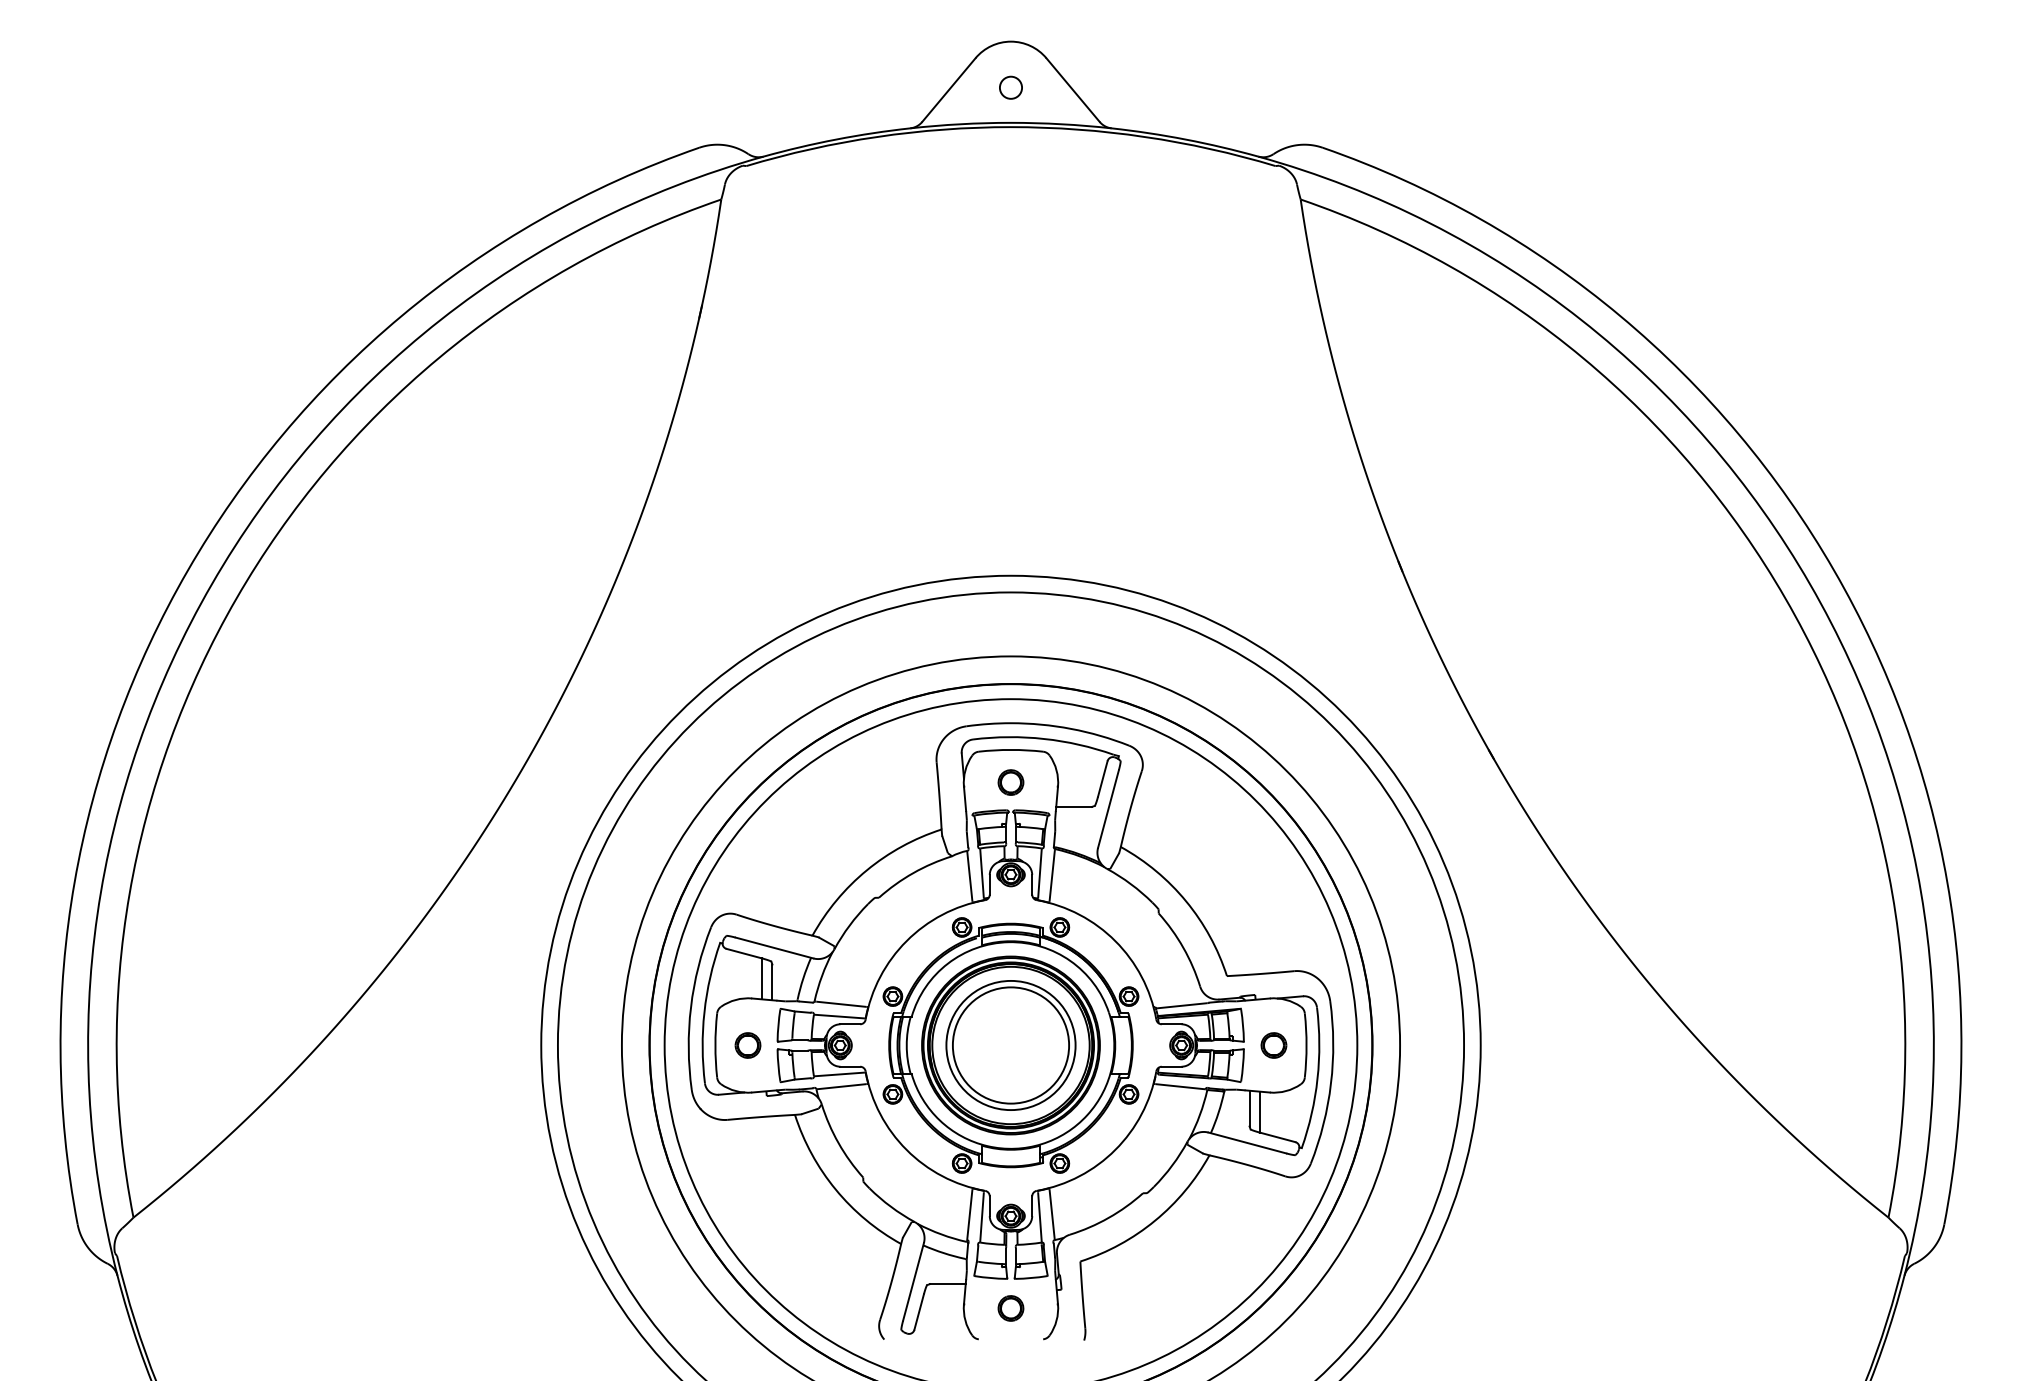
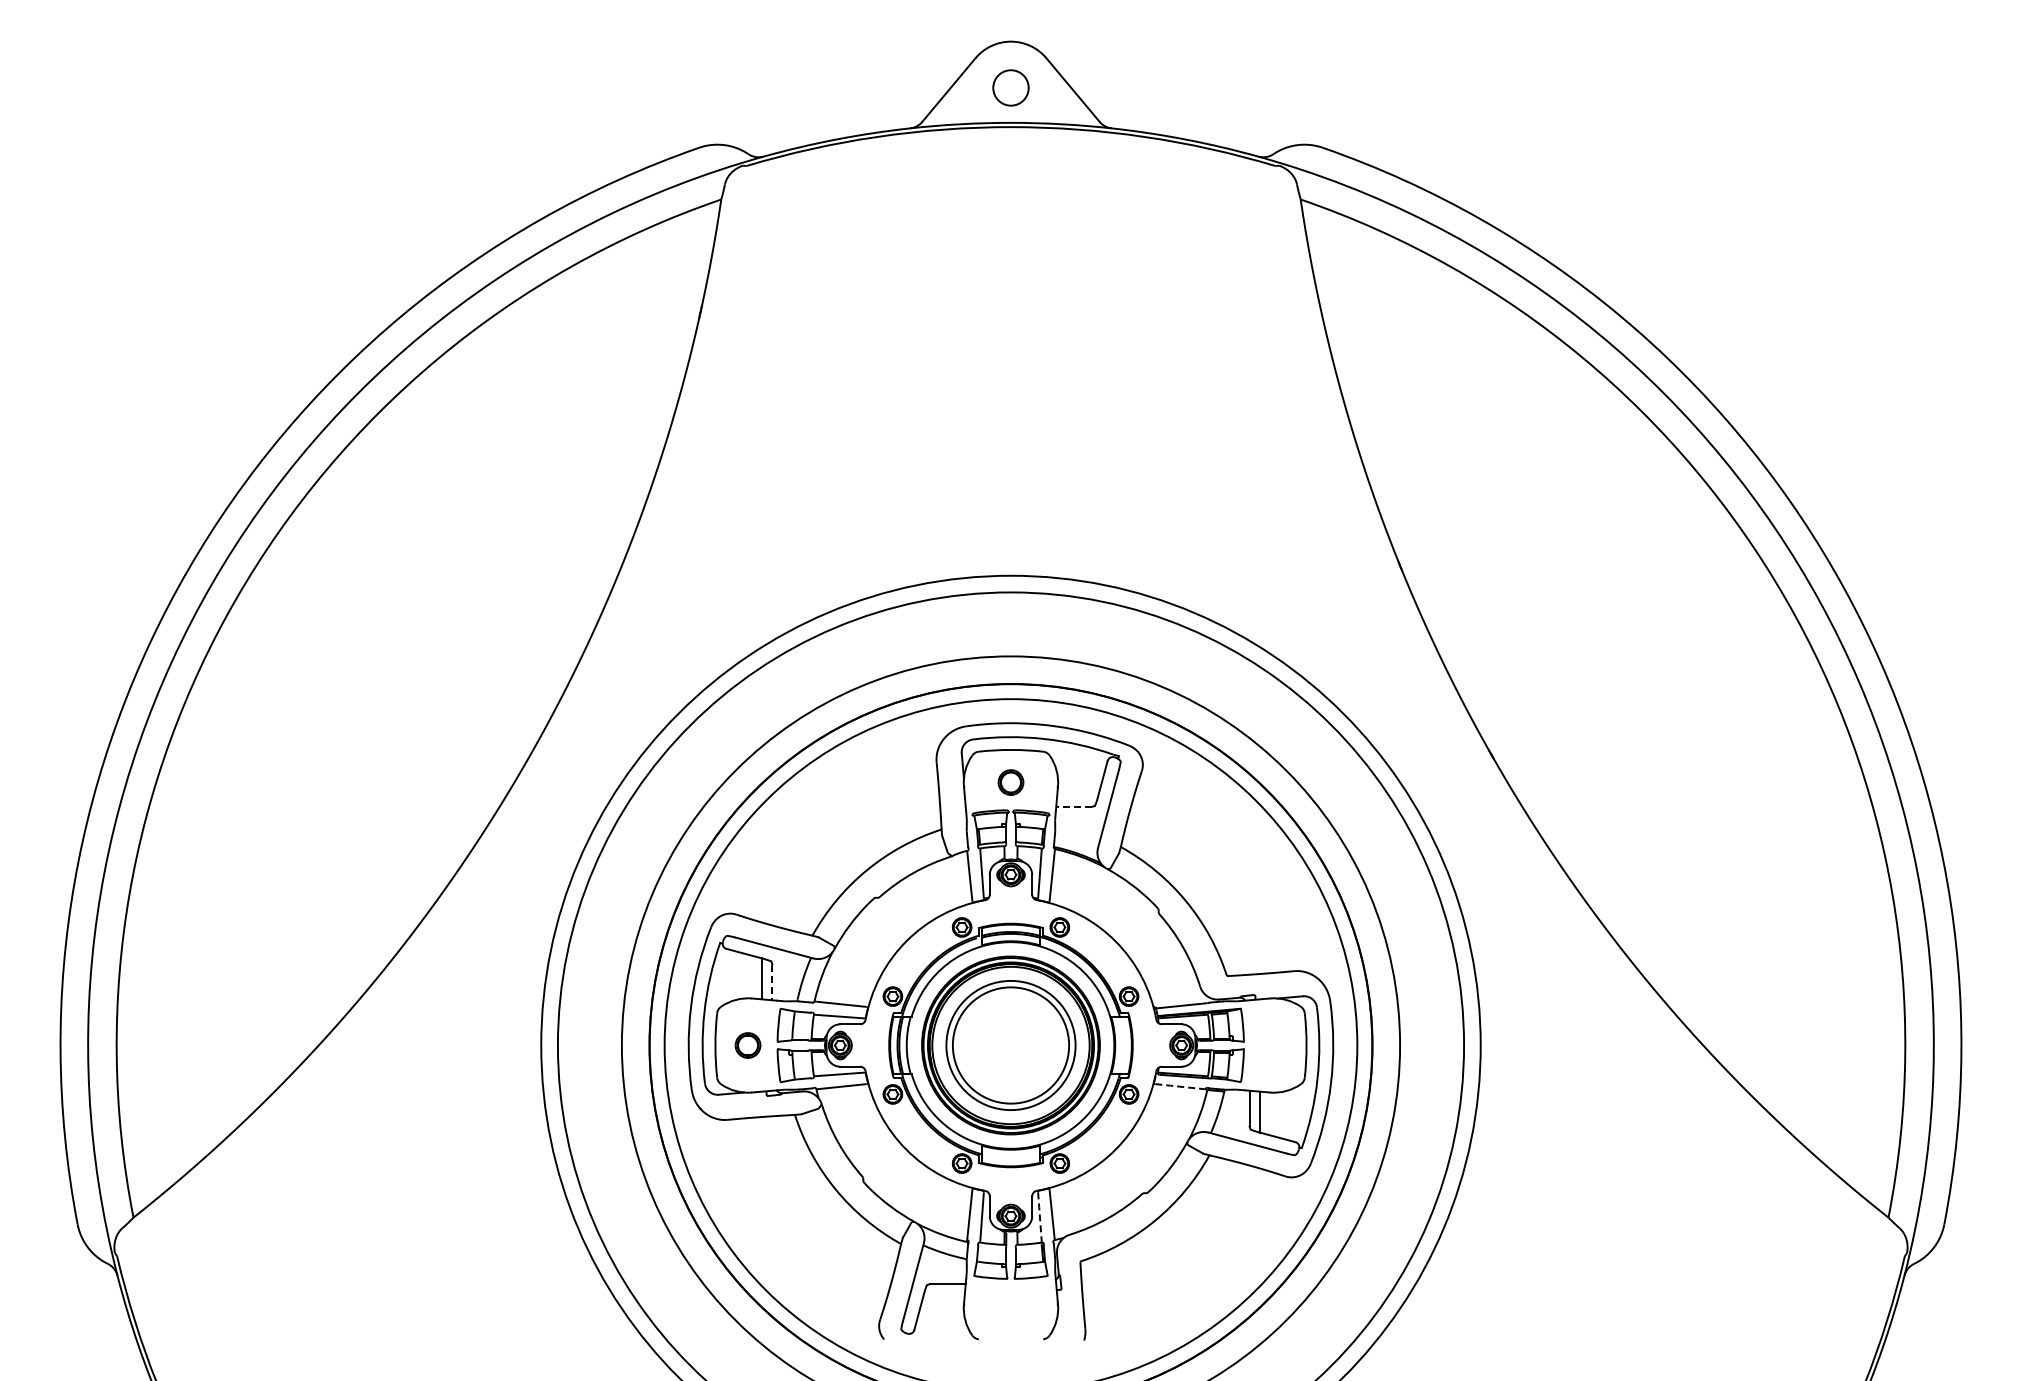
part at (1010, 87) size: 24x25 px -> 38x38 px
line at (1074, 806): solid -> dashed
line at (772, 982): solid -> dashed
part at (1273, 1045): present -> none
line at (1180, 1086): solid -> dashed
line at (1039, 1217): solid -> dashed
part at (1010, 1308): present -> none
